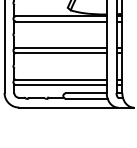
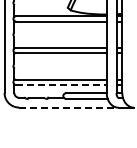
line at (61, 85): solid -> dashed
line at (68, 107): solid -> dashed
